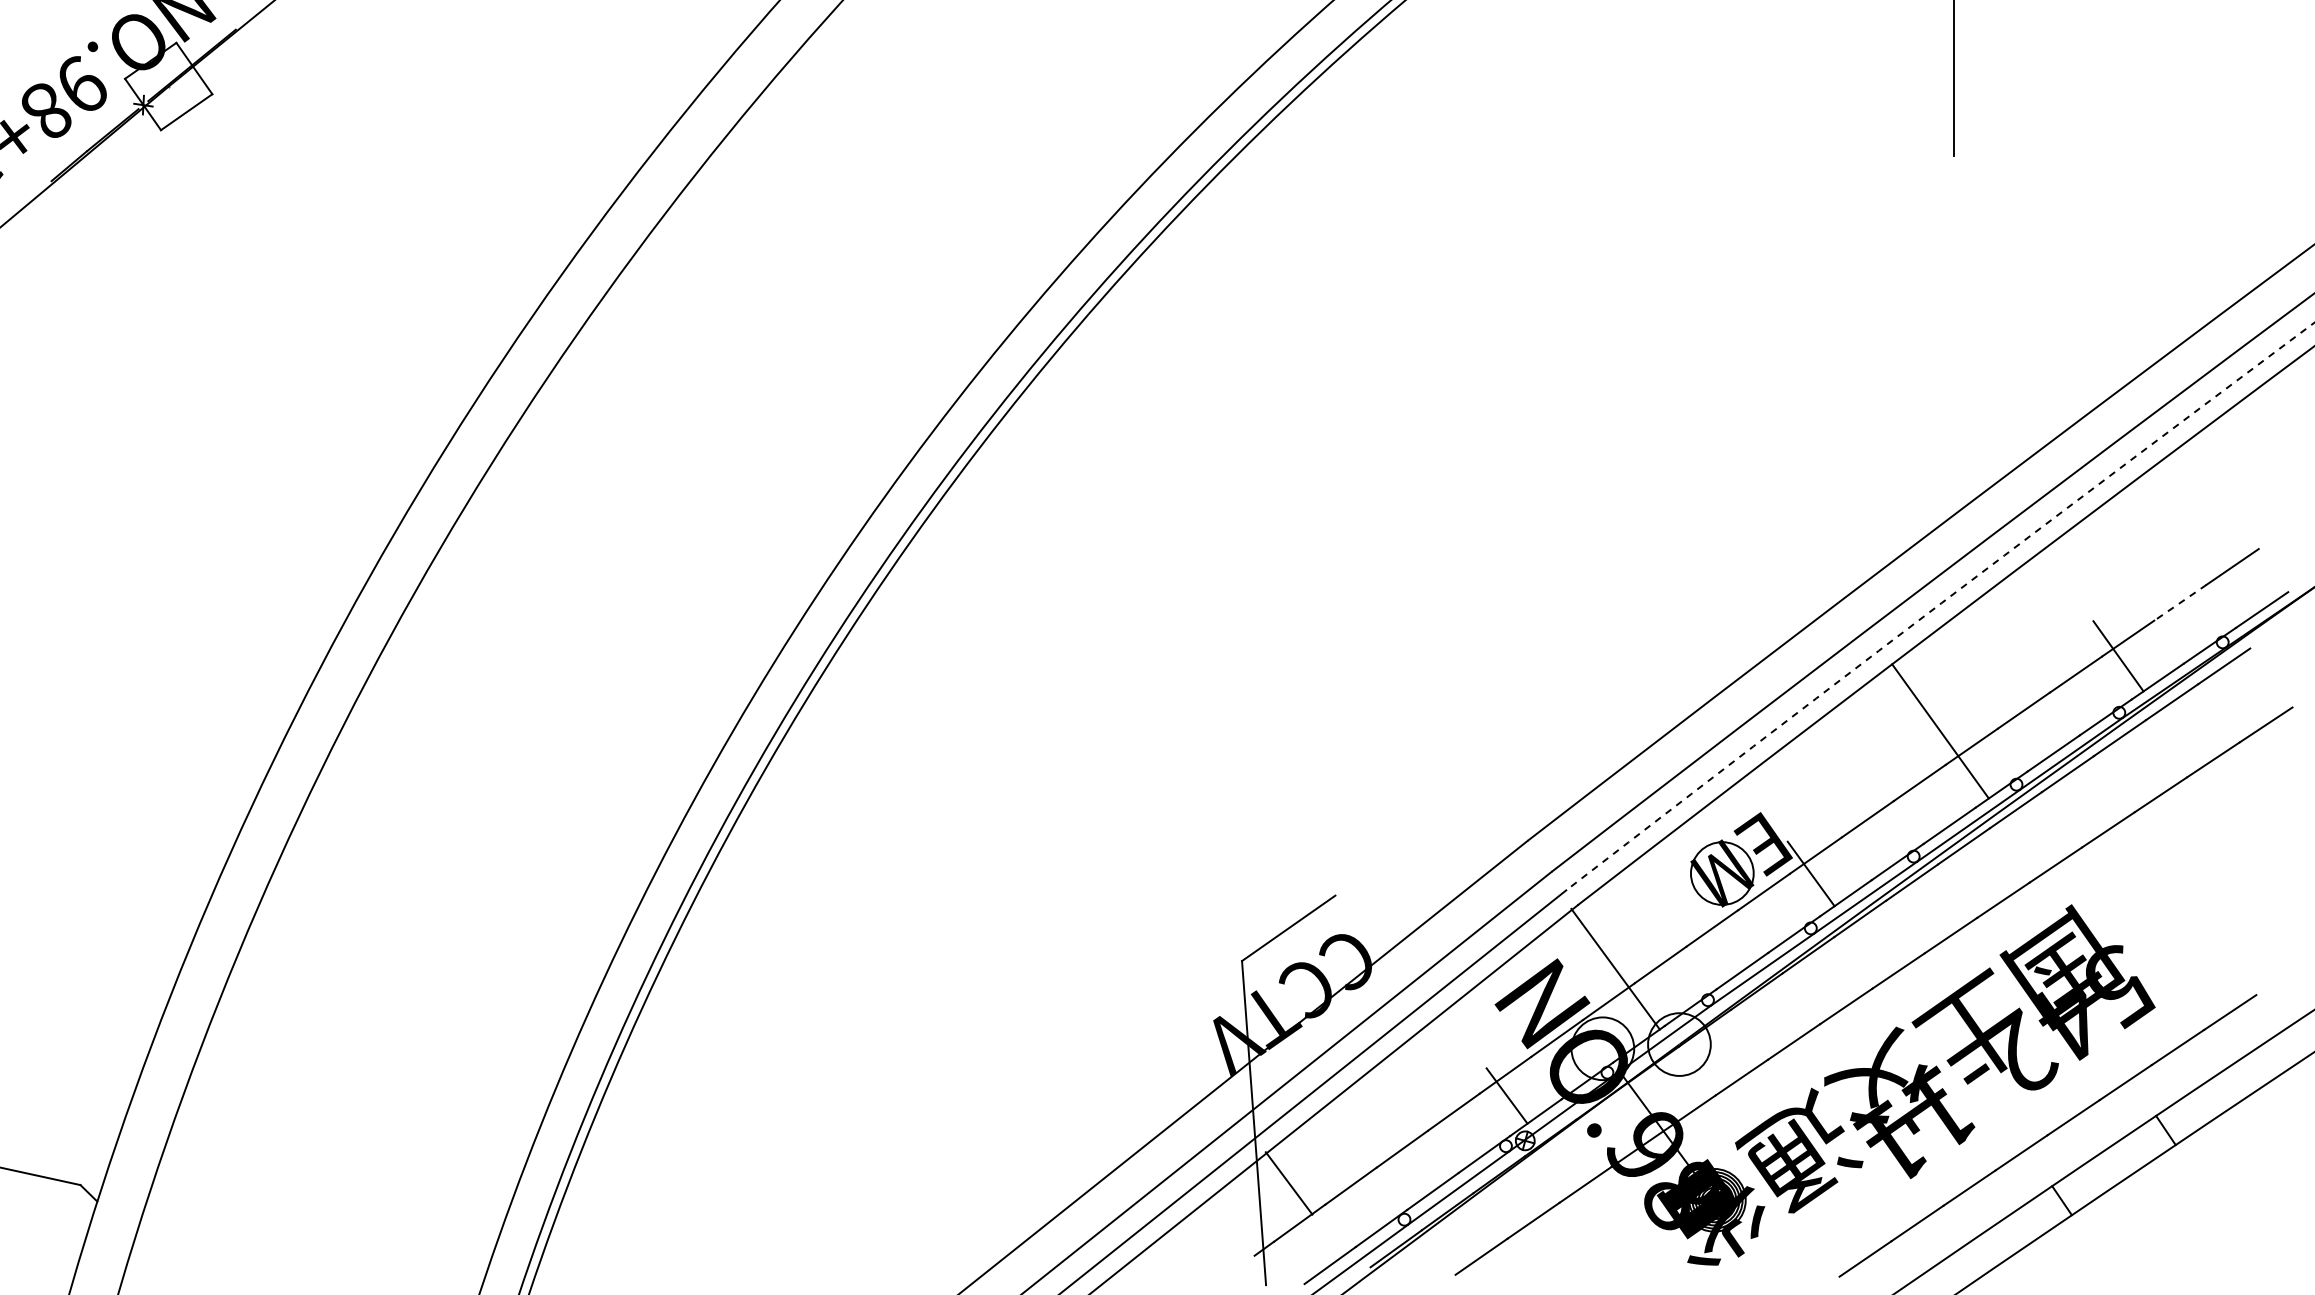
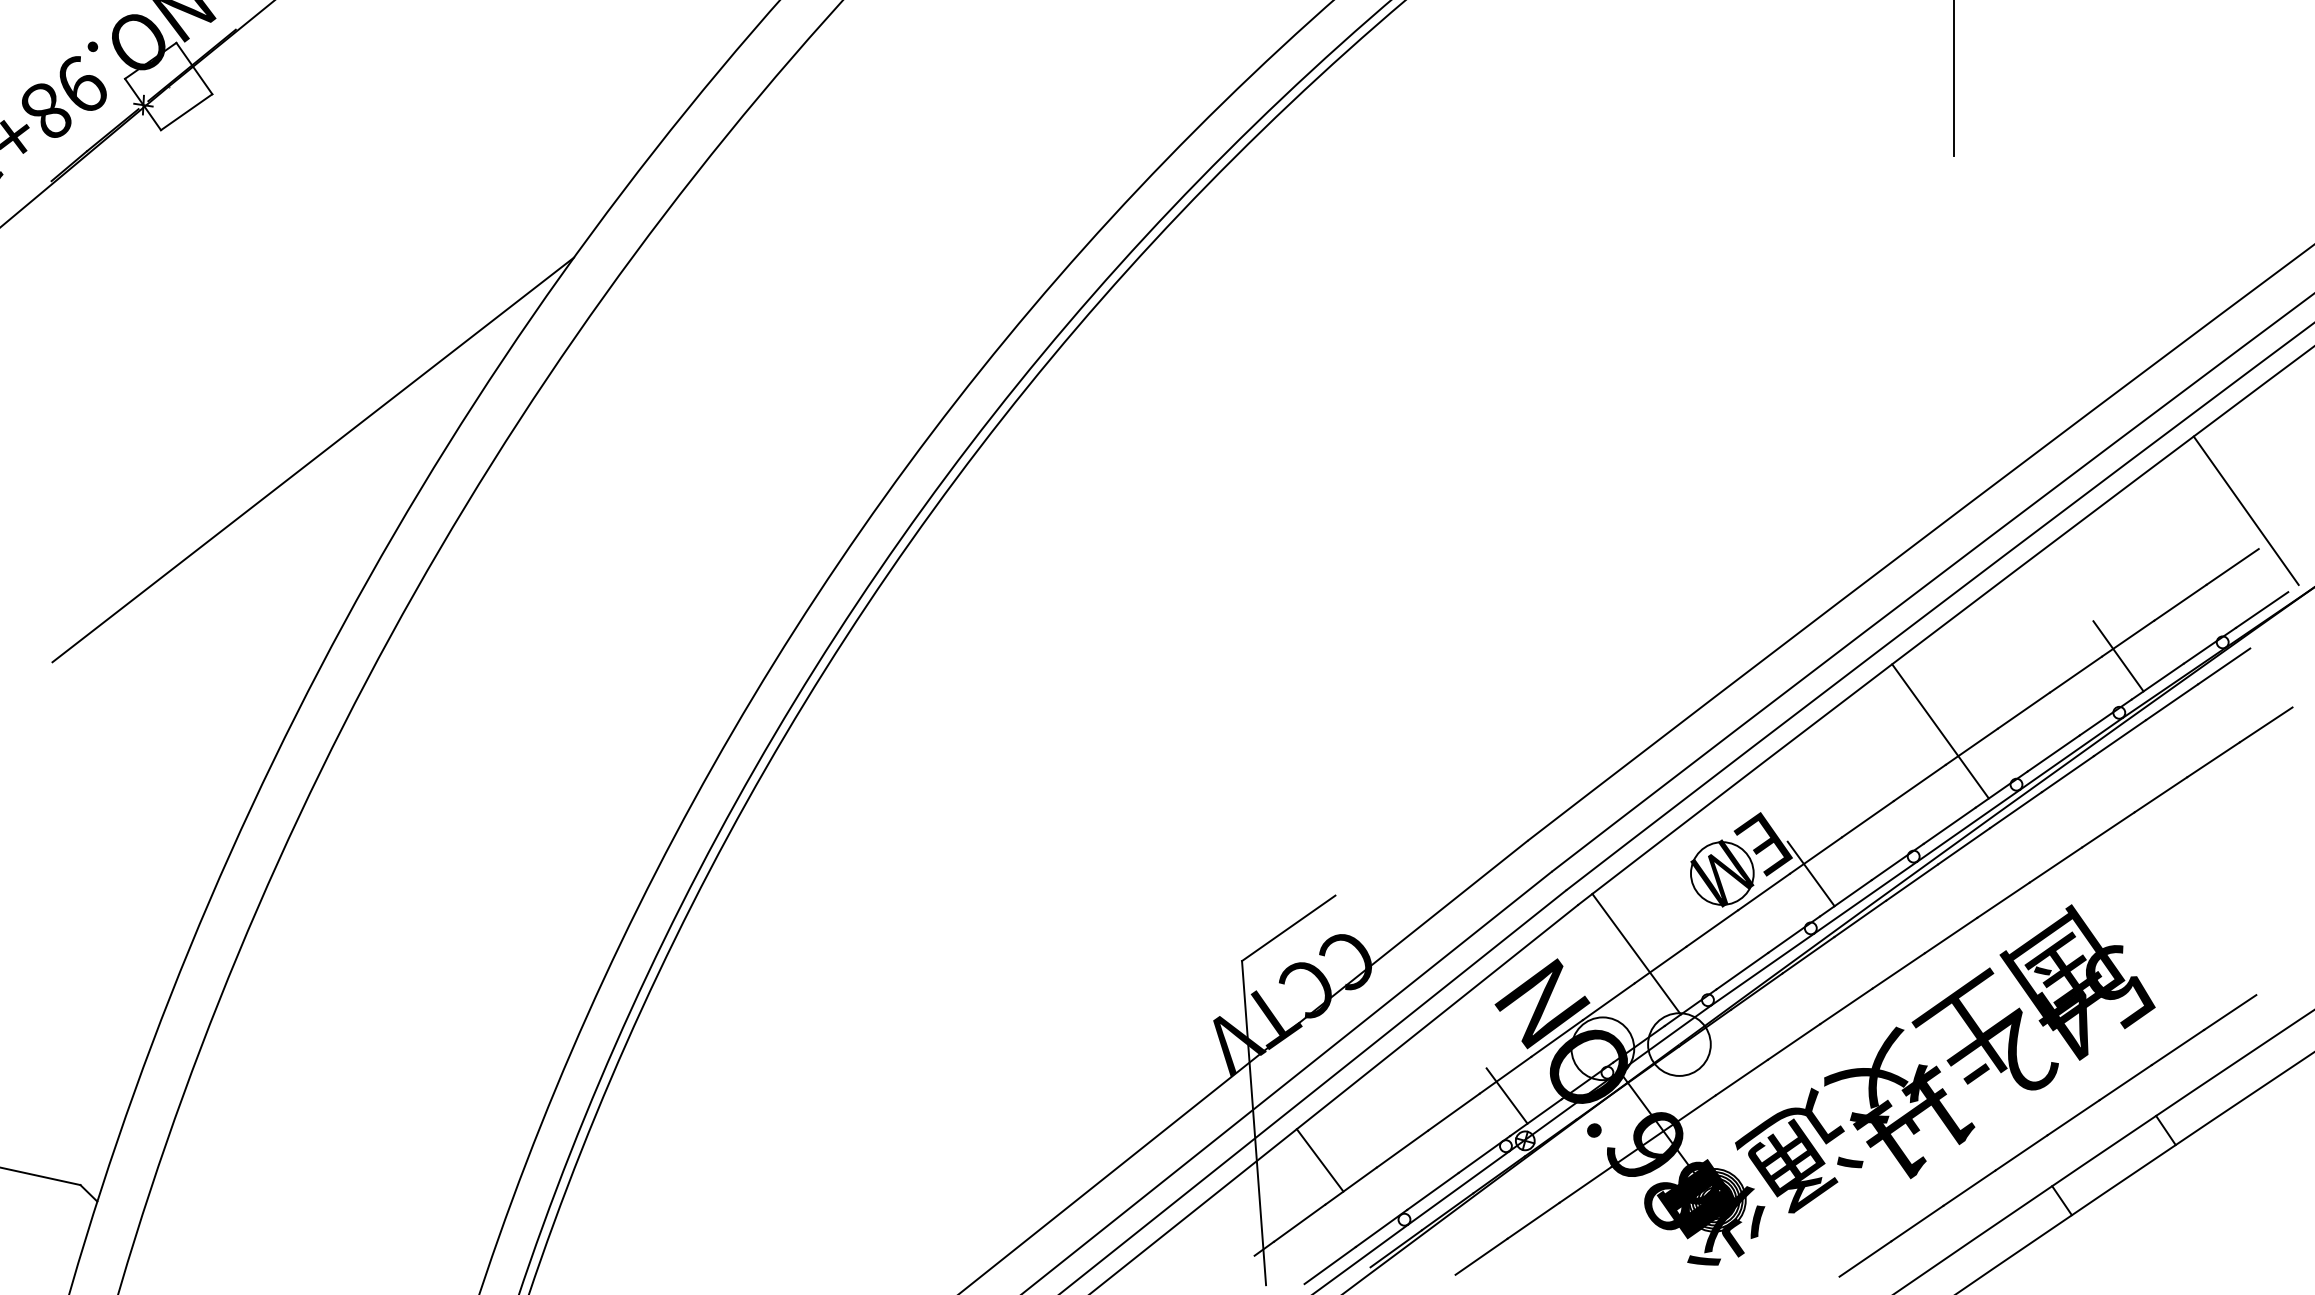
line at (313, 459): none -> present
line at (2245, 510): none -> present
line at (2180, 602): dashed -> solid
arc at (1939, 604): dashed -> solid
line at (1615, 968) position: (1615, 968) -> (1636, 953)
line at (1288, 1183) position: (1288, 1183) -> (1319, 1160)
